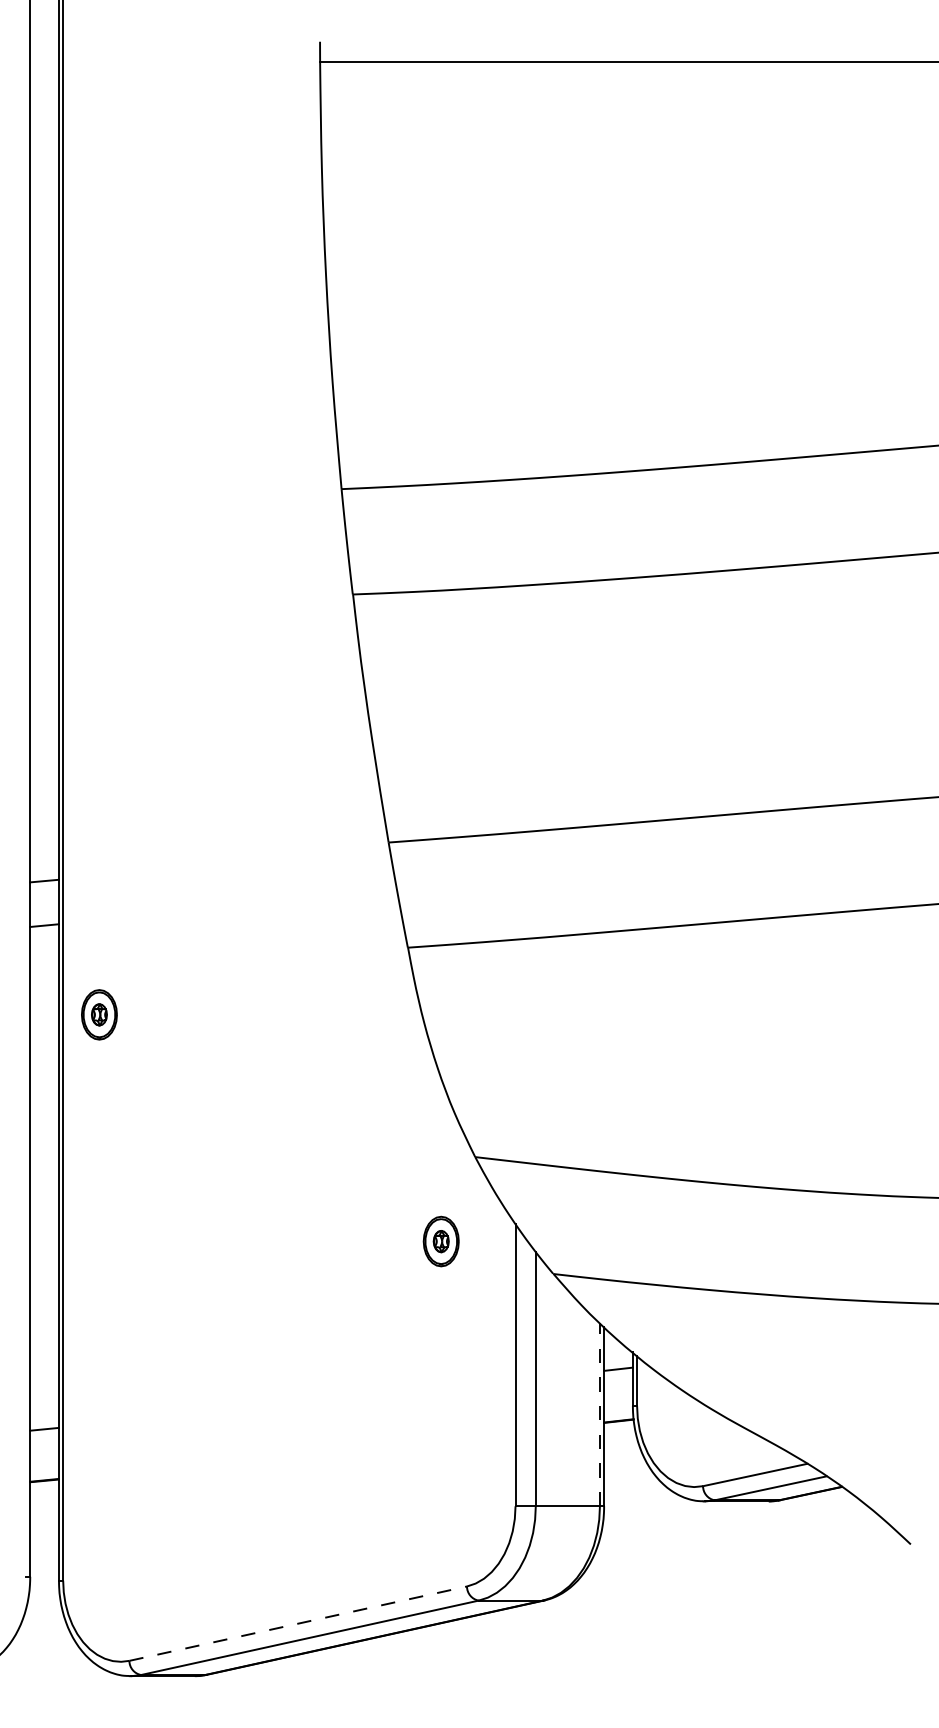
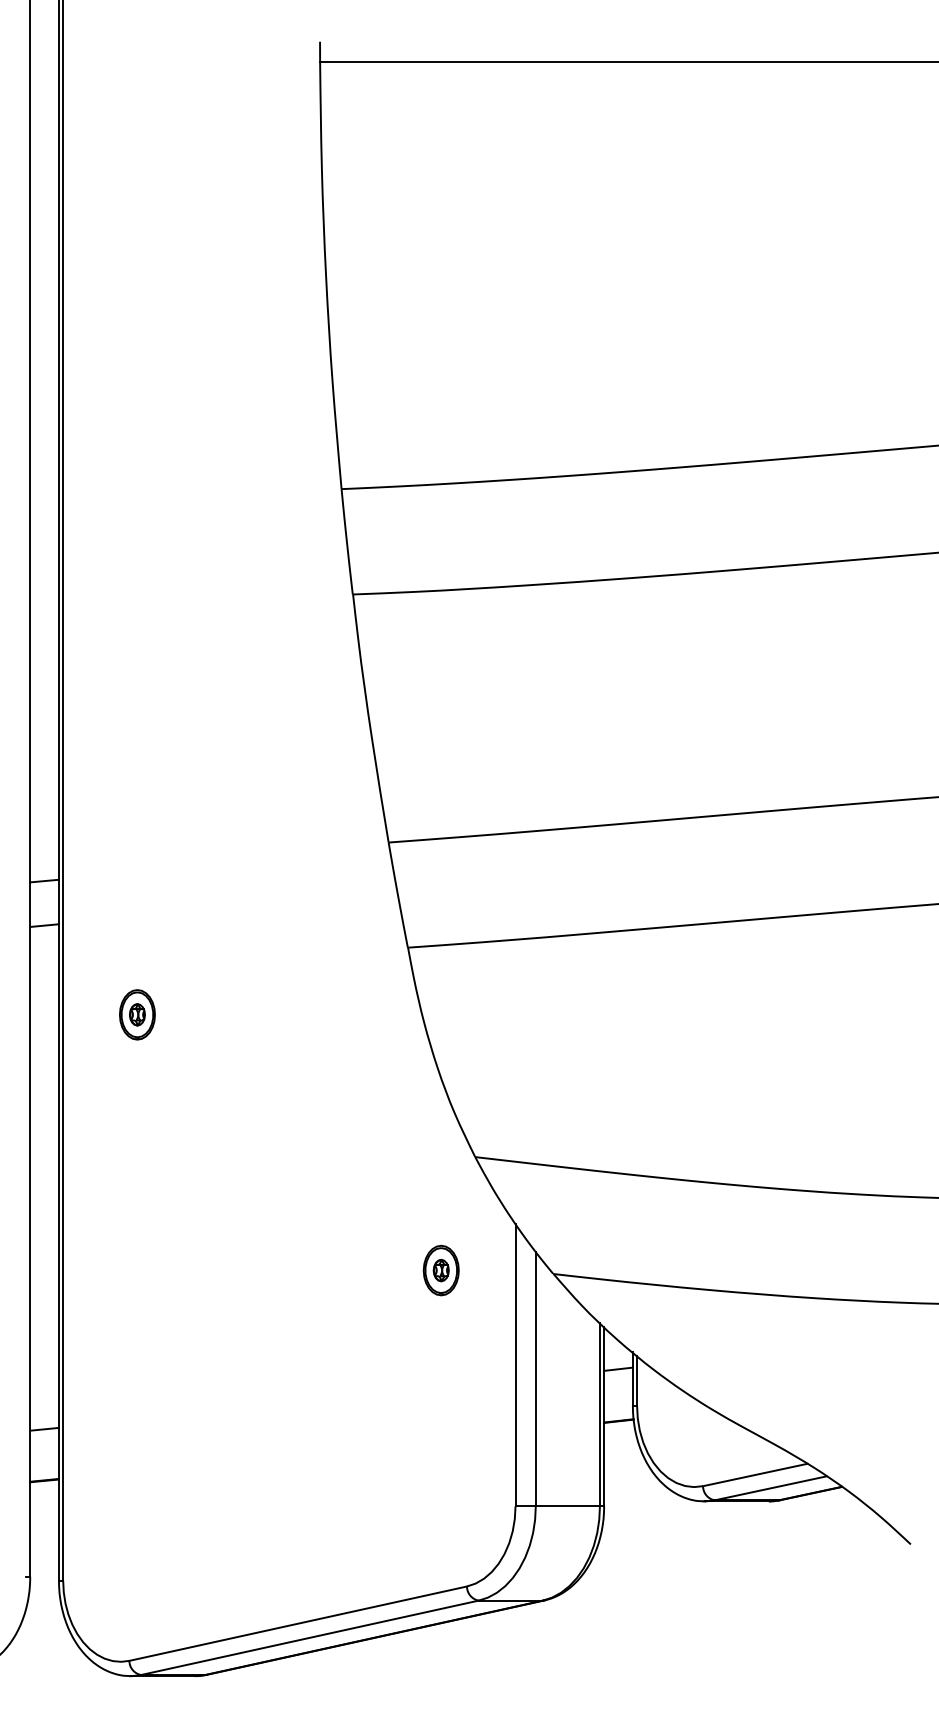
part at (99, 1014) position: (99, 1014) -> (137, 1014)
part at (440, 1241) position: (440, 1241) -> (440, 1270)
line at (599, 1414): dashed -> solid
line at (298, 1623): dashed -> solid
